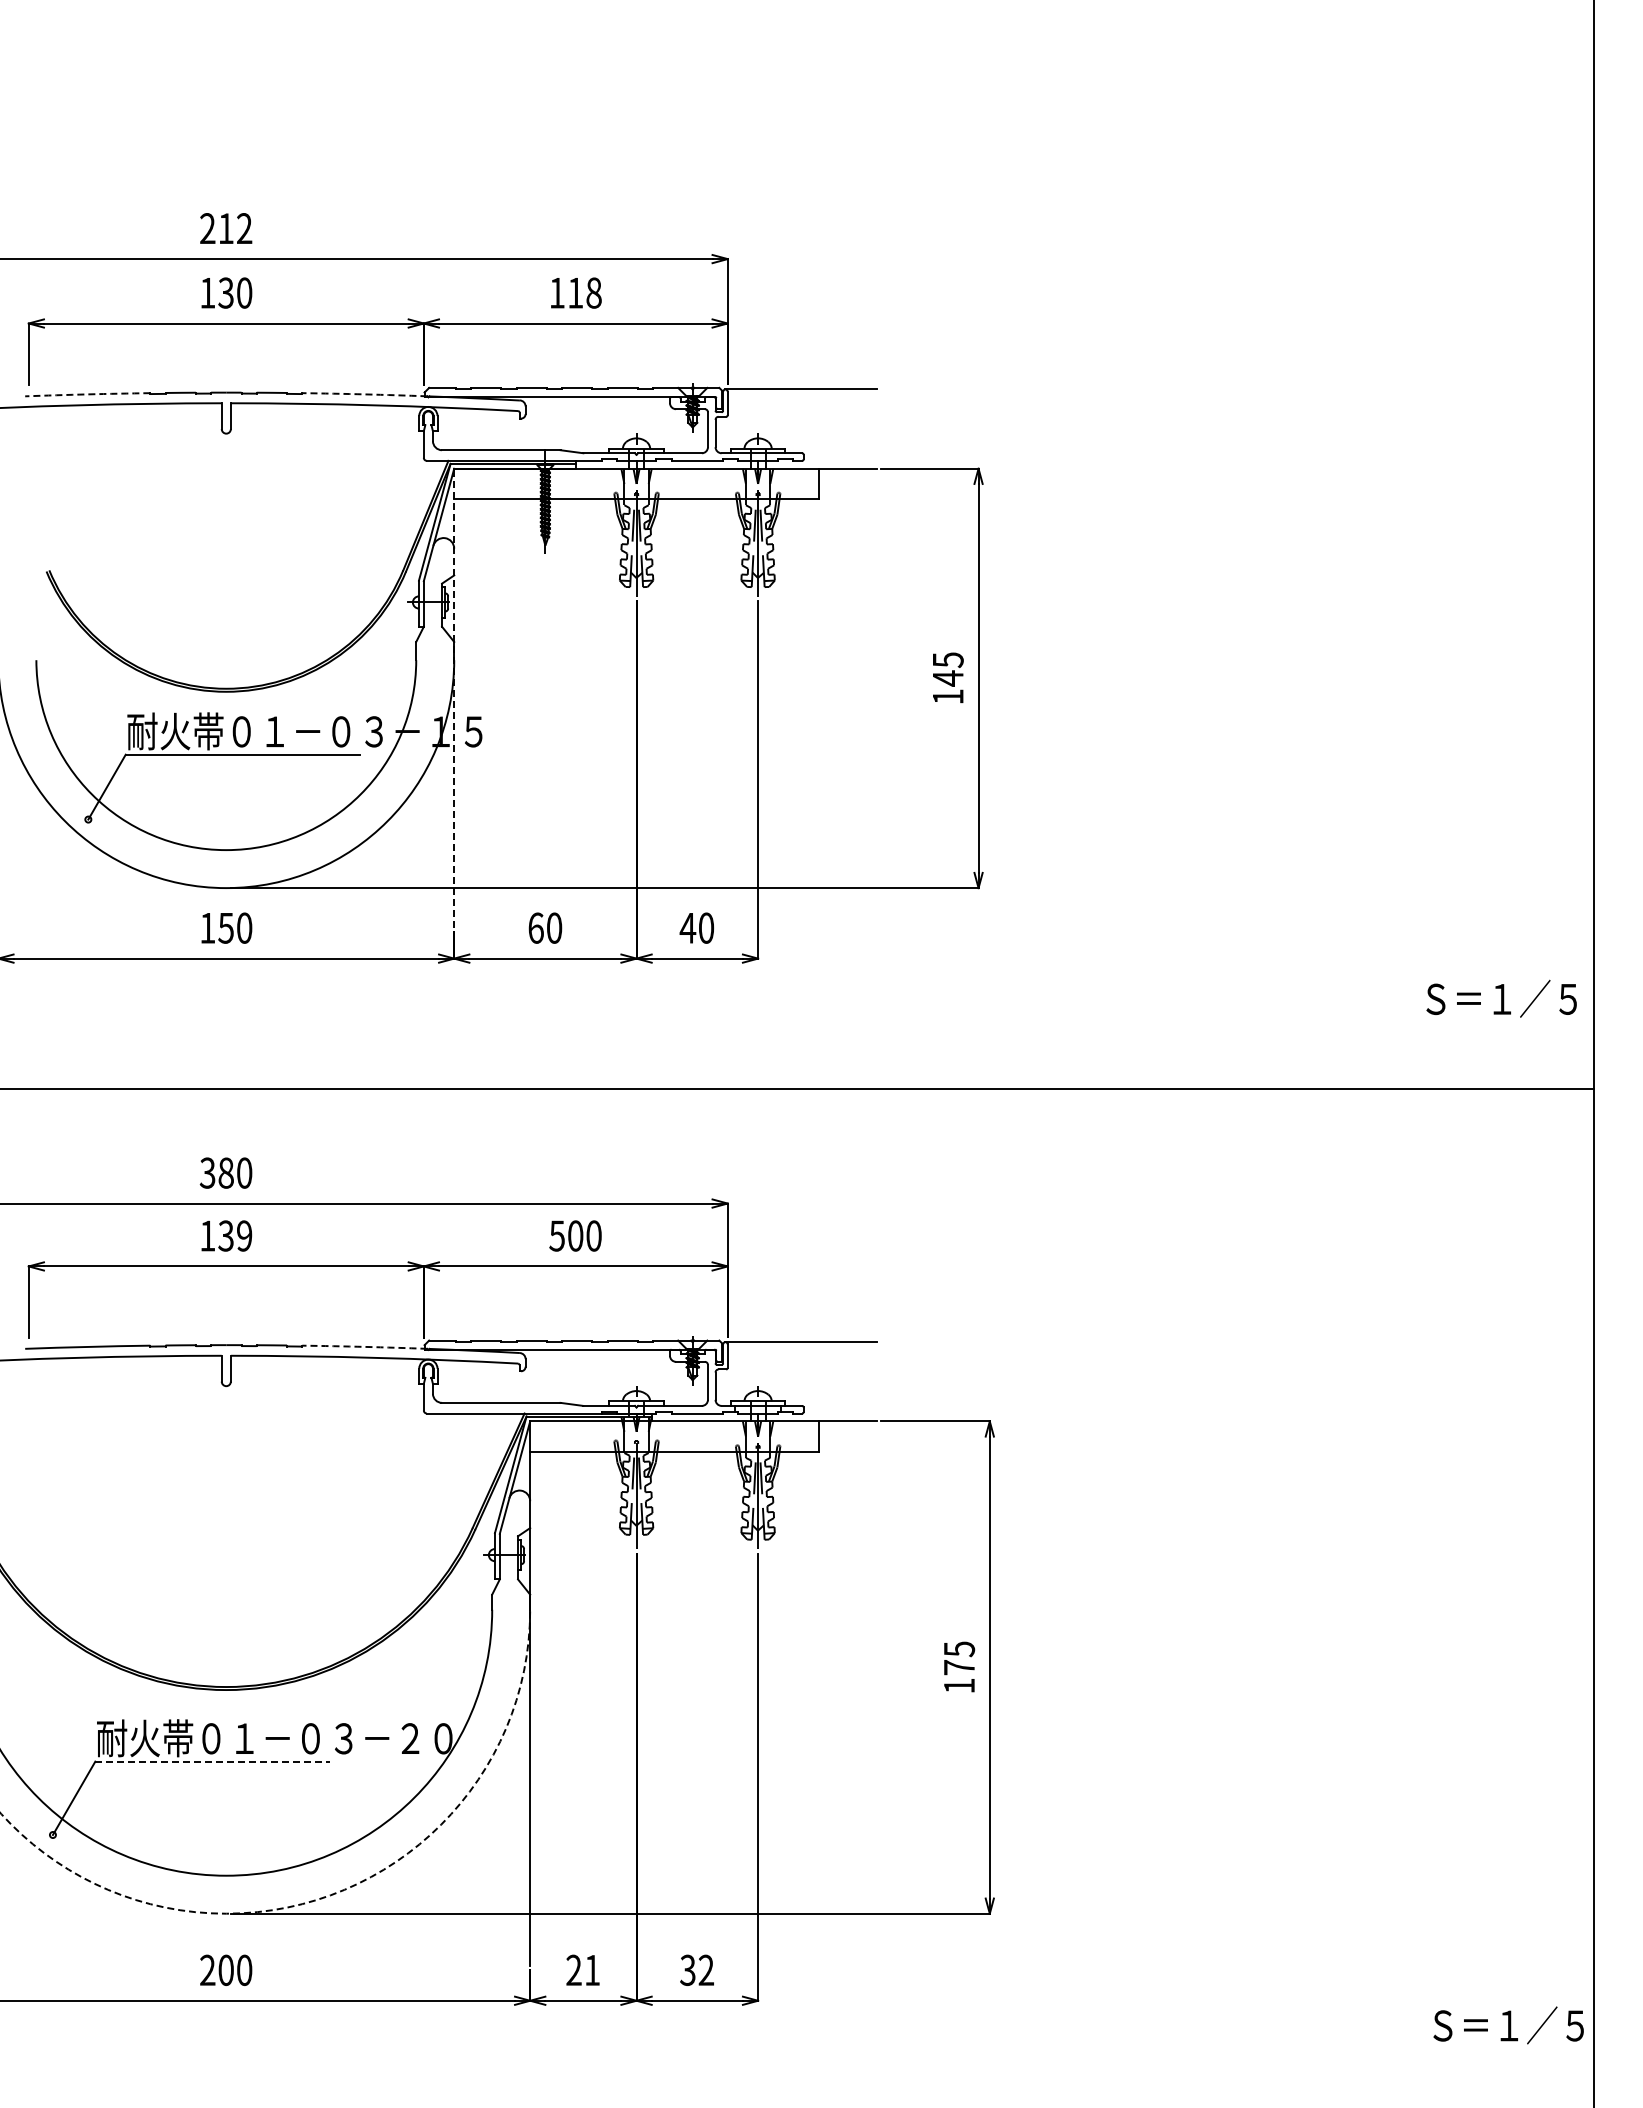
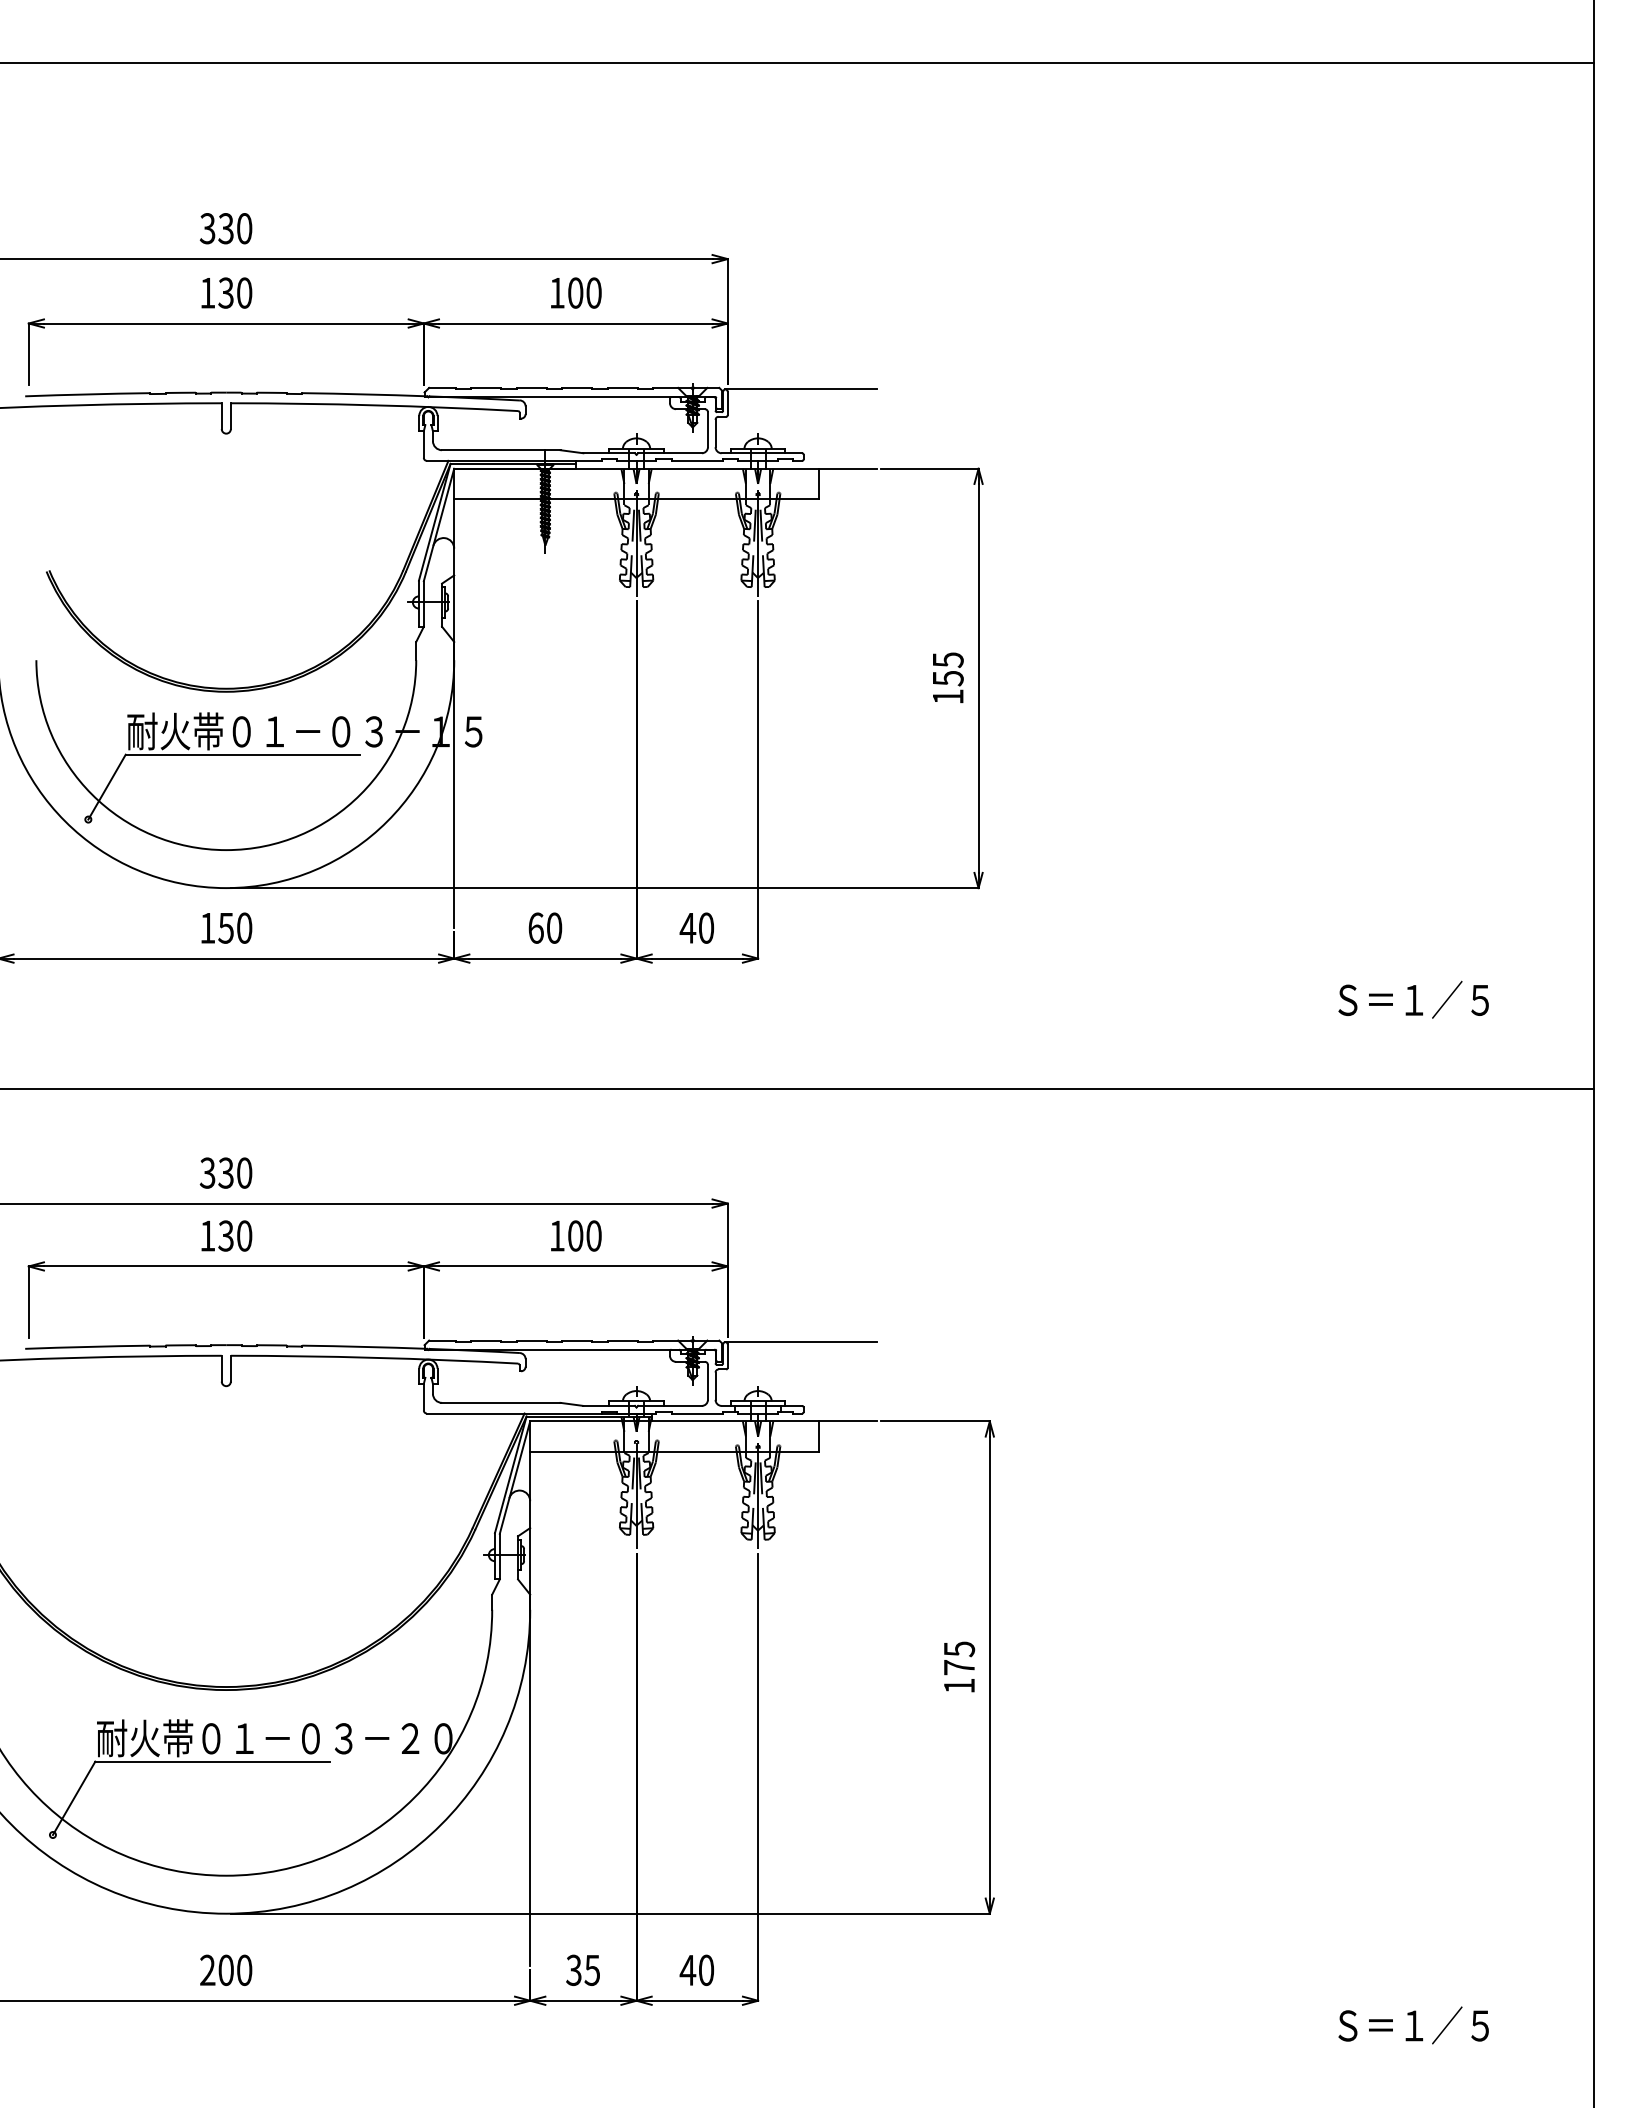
line at (797, 63): none -> present
text at (225, 228): 212 -> 330
text at (584, 292): 118 -> 100
arc at (87, 394): dashed -> solid
arc at (364, 394): dashed -> solid
text at (948, 678): 145 -> 155
line at (454, 698): dashed -> solid
text at (1501, 998) position: (1501, 998) -> (1413, 999)
text at (225, 1172): 380 -> 330
text at (244, 1235): 139 -> 130
text at (556, 1235): 500 -> 100
arc at (364, 1346): dashed -> solid
line at (213, 1761): dashed -> solid
arc at (334, 1893): dashed -> solid
text at (582, 1970): 21 -> 35
text at (696, 1970): 32 -> 40
text at (1508, 2025) position: (1508, 2025) -> (1413, 2025)
